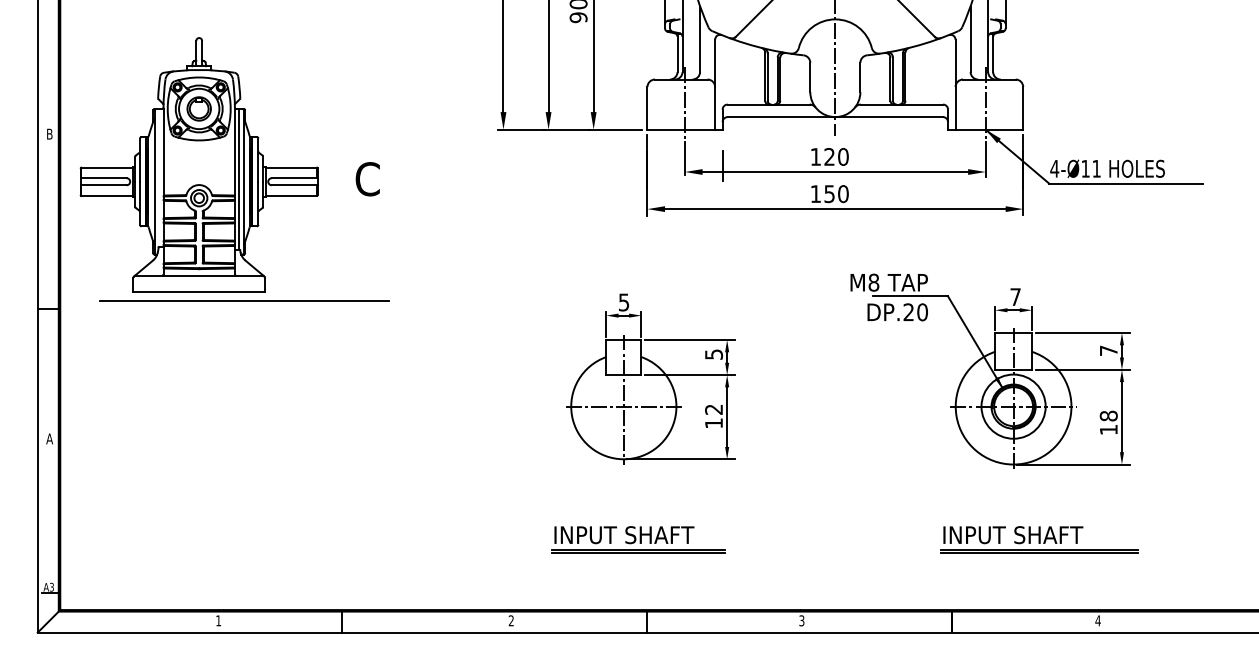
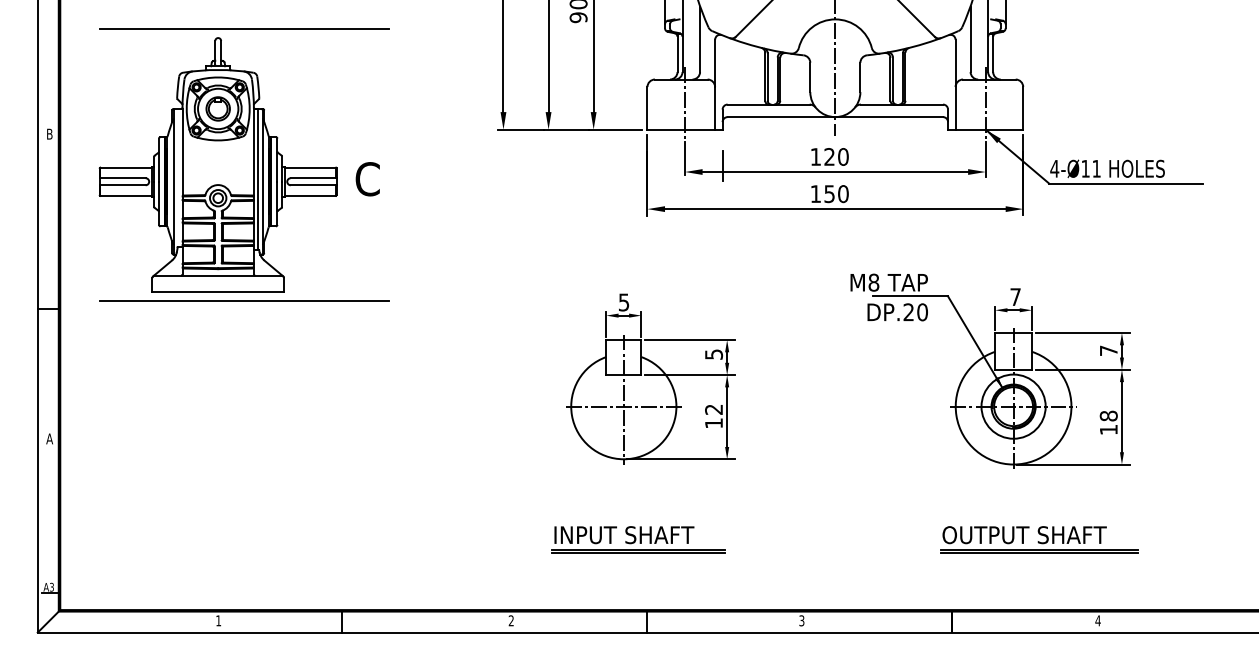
line at (244, 28): none -> present
part at (198, 164) position: (198, 164) -> (217, 164)
text at (1024, 535): INPUT SHAFT -> OUTPUT SHAFT
